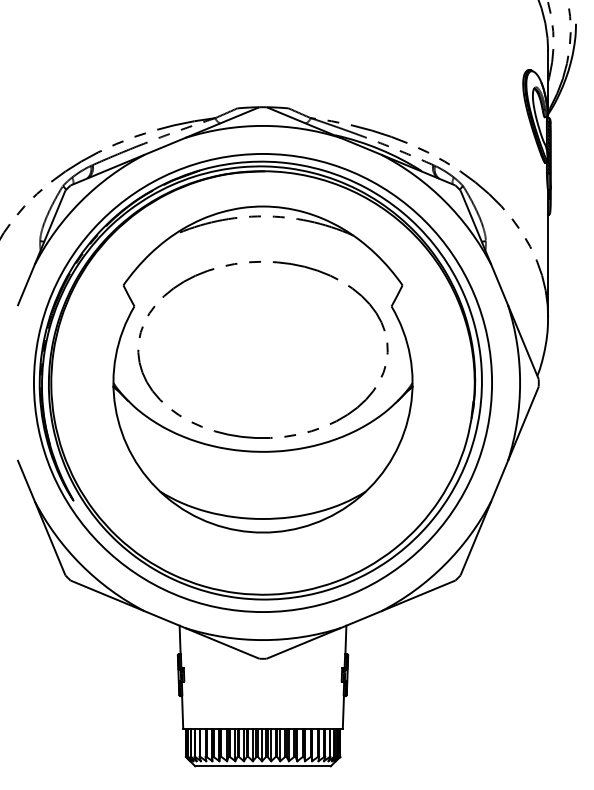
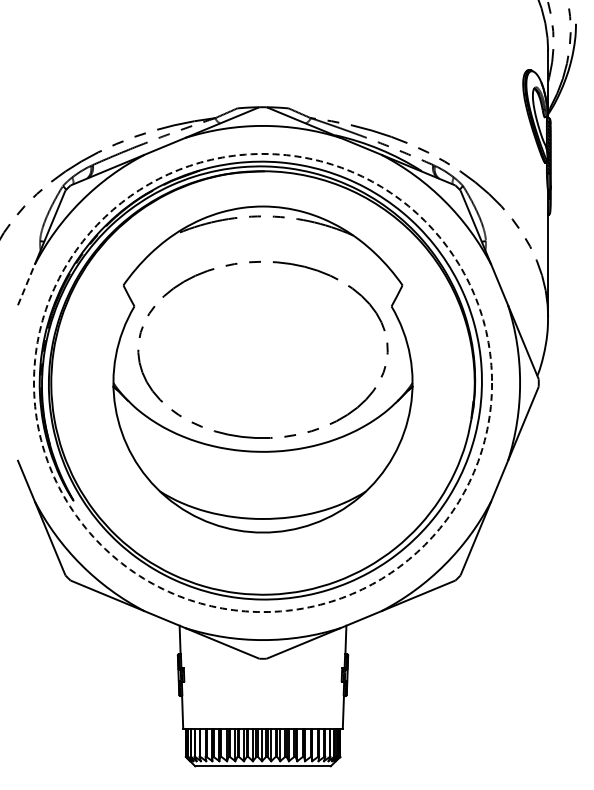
line at (26, 285): solid -> dashed
circle at (262, 382): solid -> dashed
